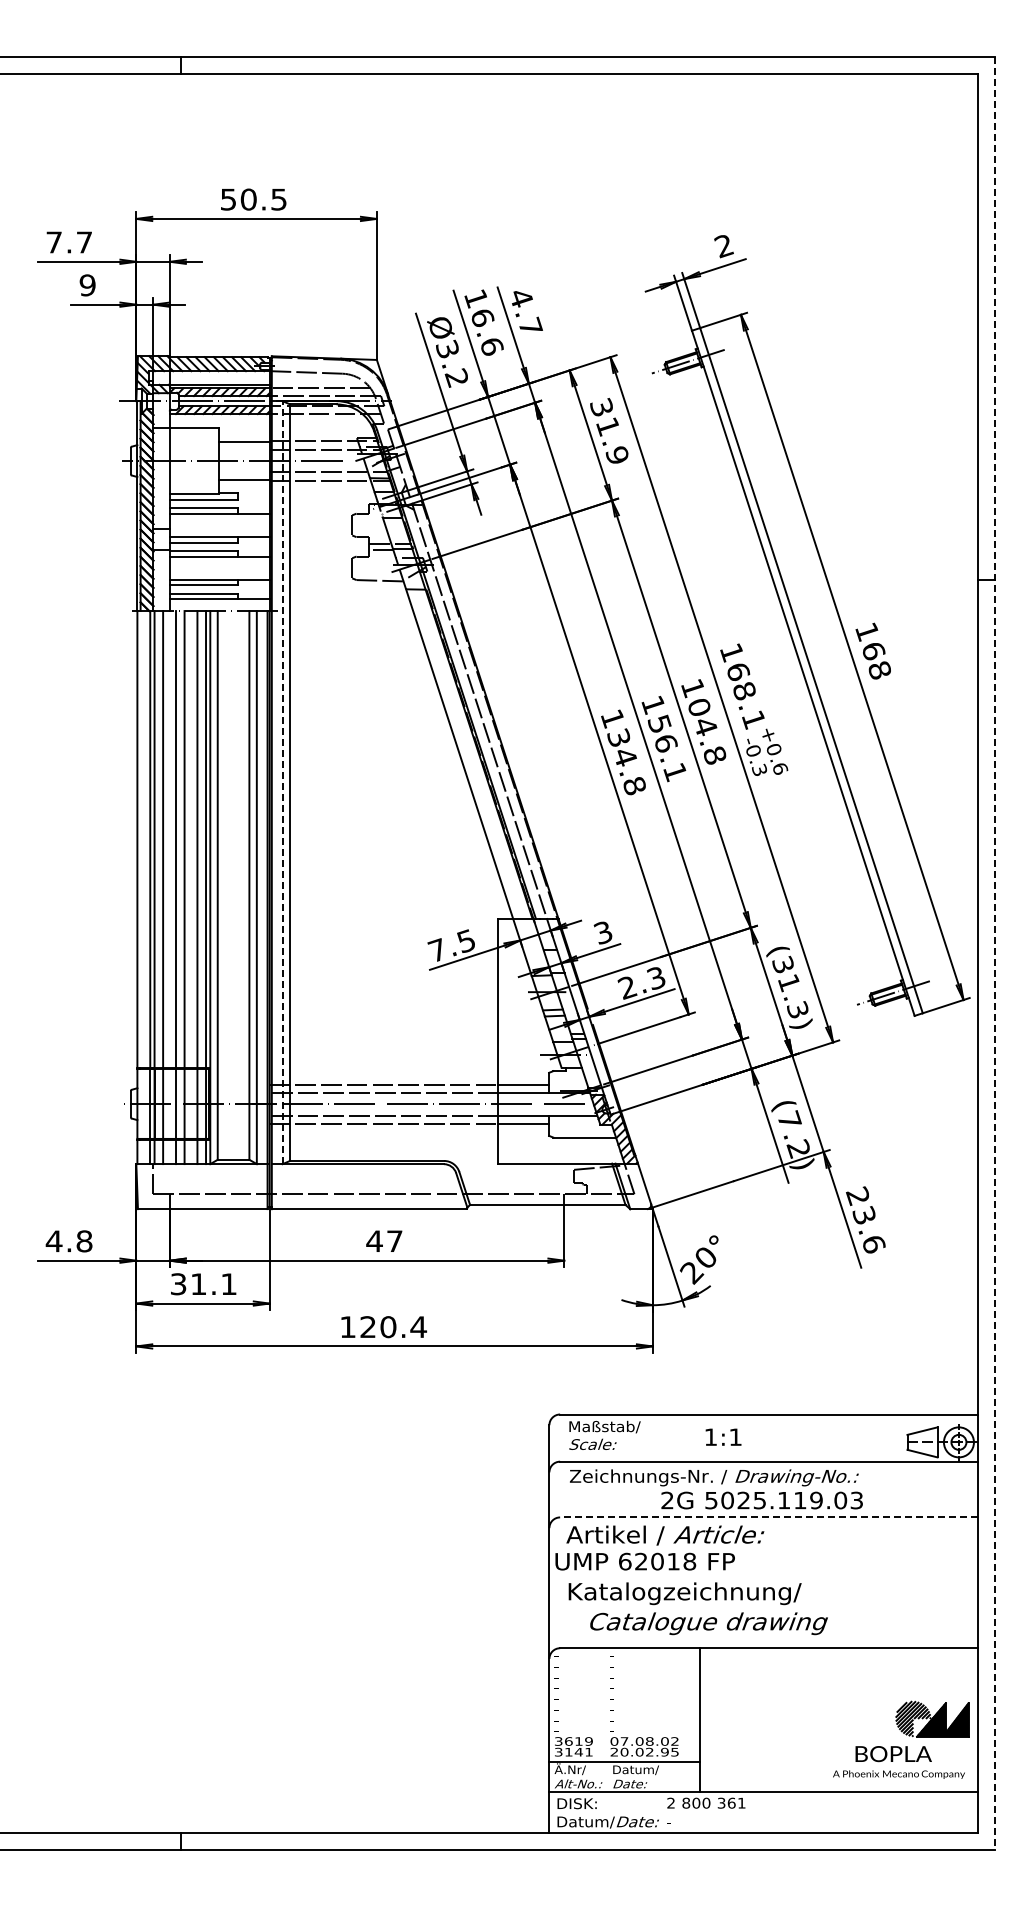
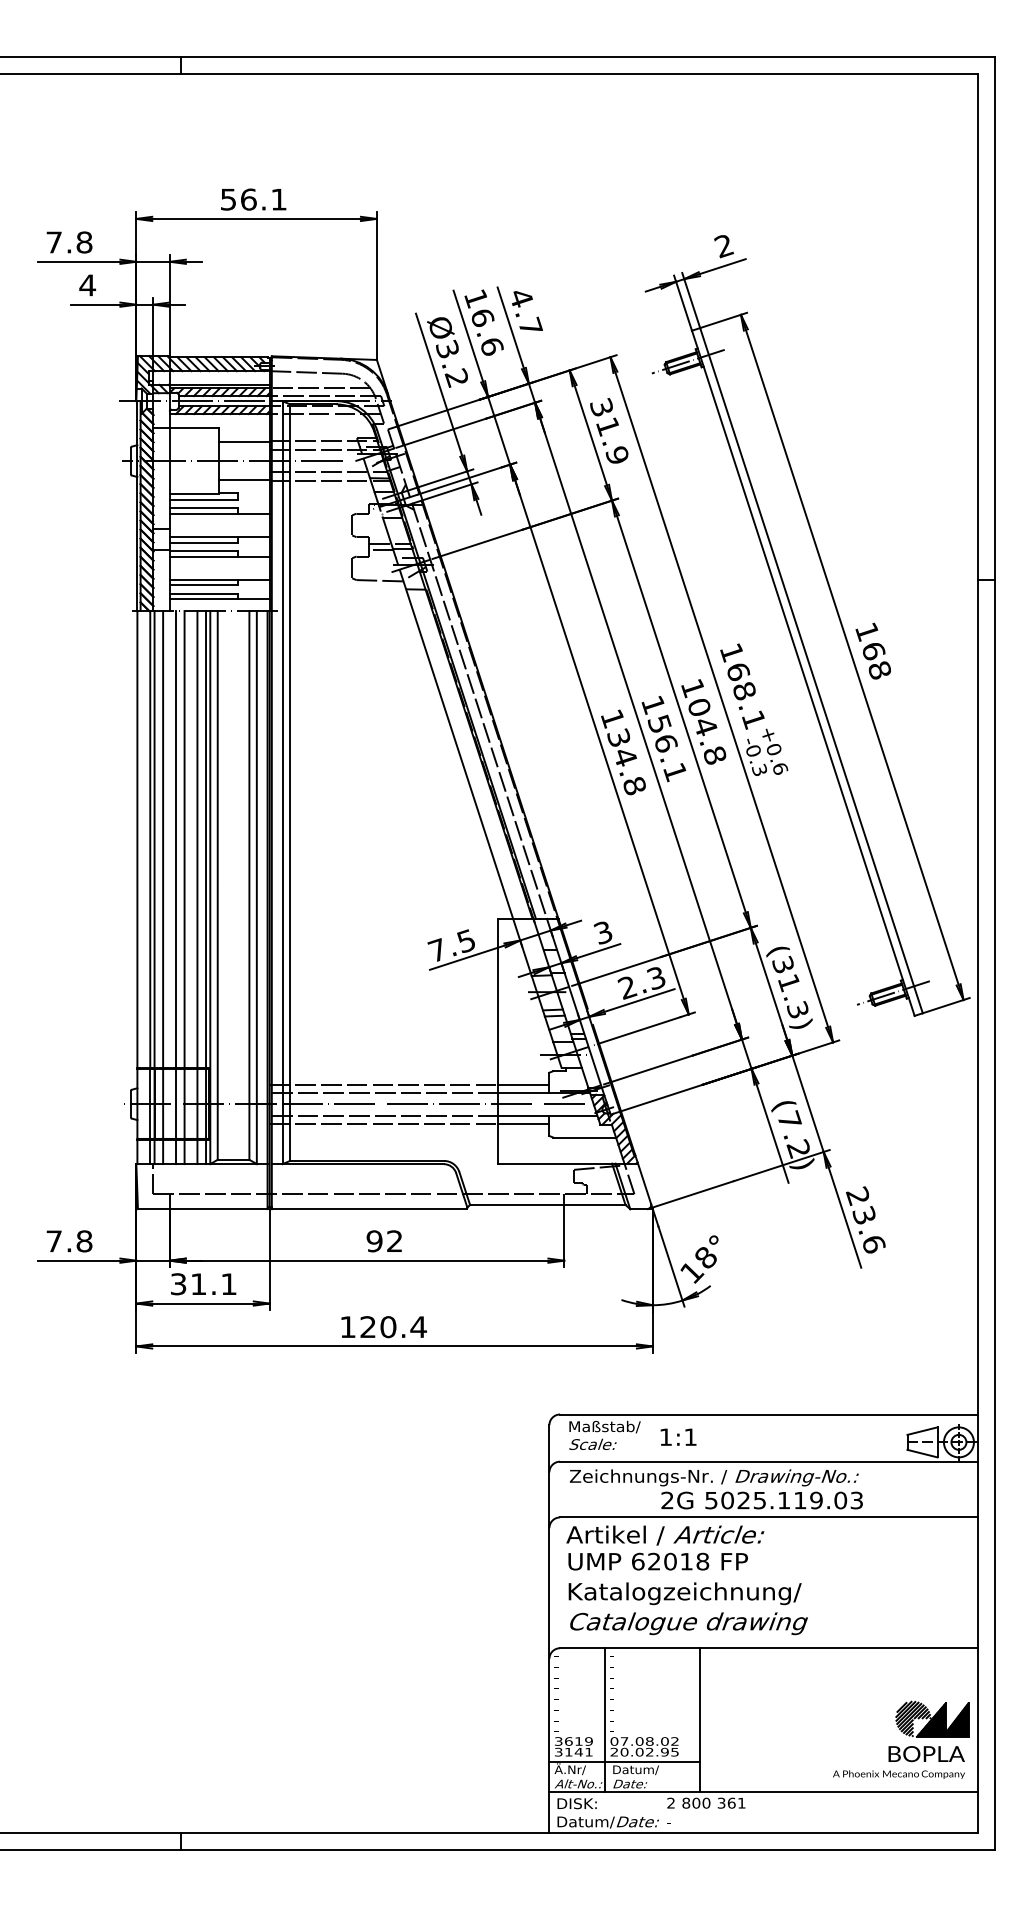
text at (263, 199): 50.5 -> 56.1
text at (84, 242): 7.7 -> 7.8
text at (87, 285): 9 -> 4
line at (282, 782): dashed -> solid
line at (995, 953): dashed -> solid
text at (53, 1241): 4.8 -> 7.8
text at (384, 1241): 47 -> 92
text at (697, 1265): 20° -> 18°
text at (723, 1436) position: (723, 1436) -> (678, 1436)
line at (768, 1517): dashed -> solid
text at (644, 1561) position: (644, 1561) -> (657, 1561)
text at (708, 1623) position: (708, 1623) -> (688, 1623)
line at (605, 1719): none -> present
text at (893, 1754) position: (893, 1754) -> (926, 1754)
